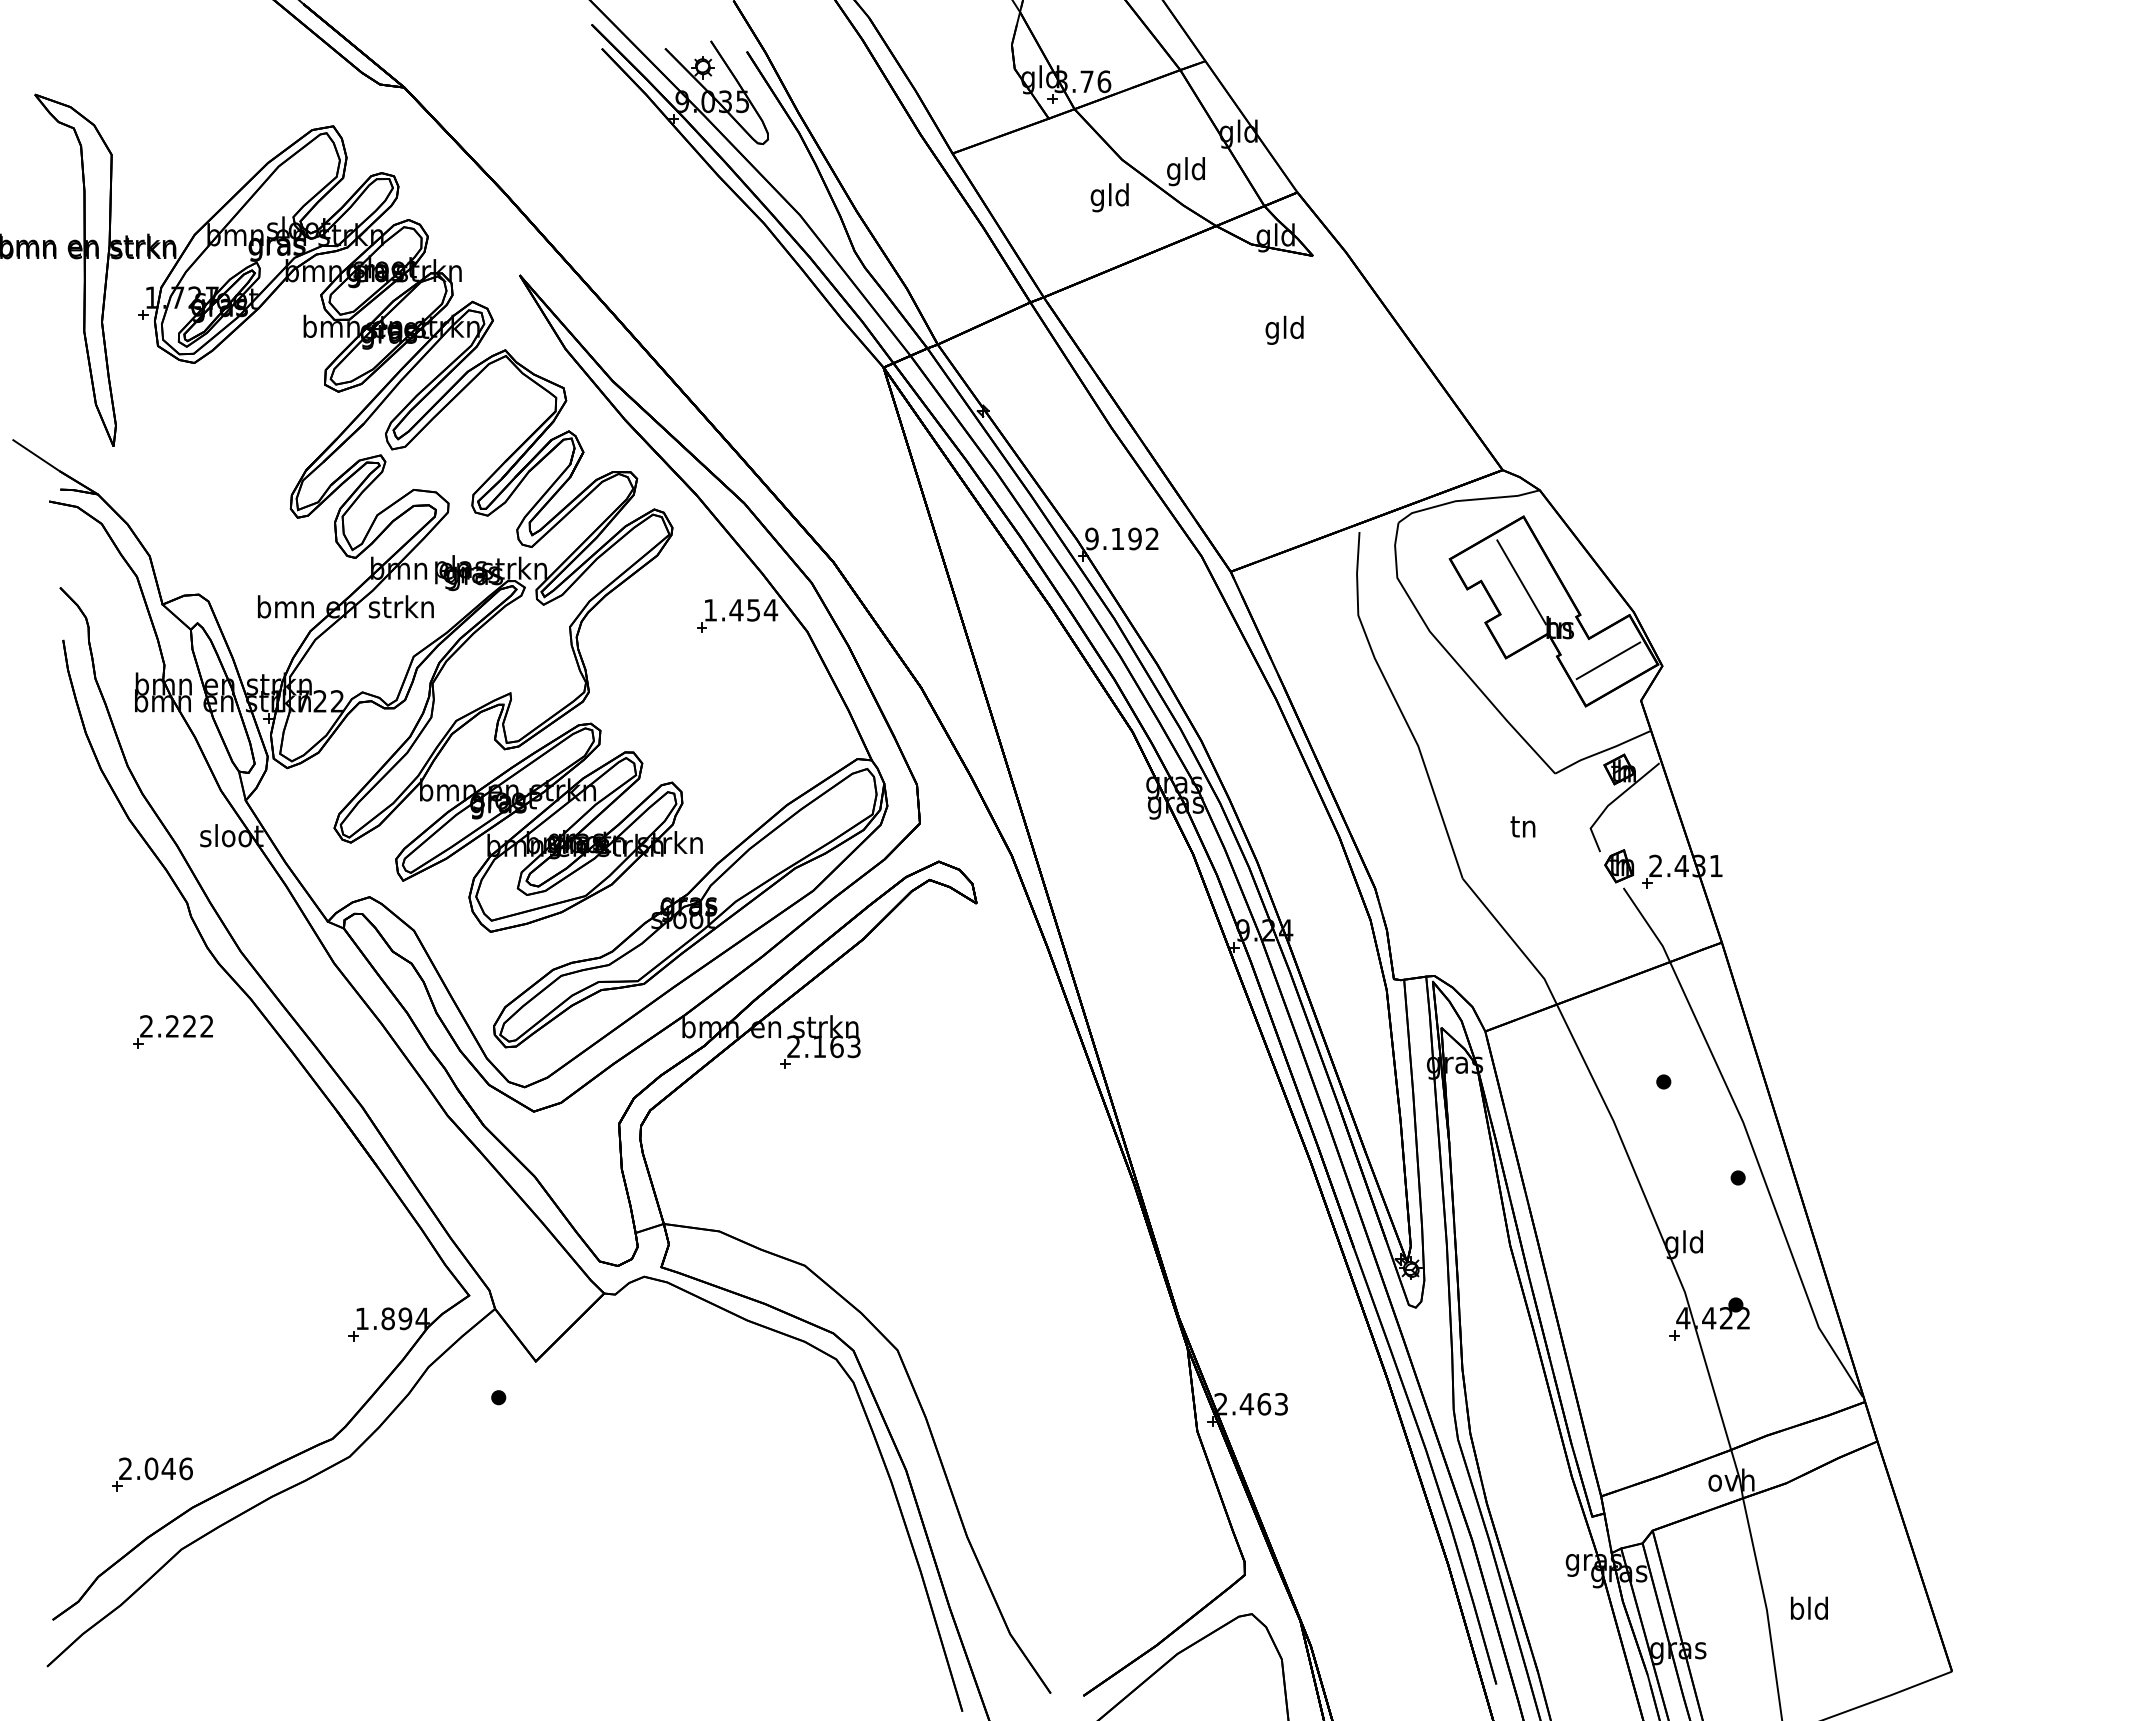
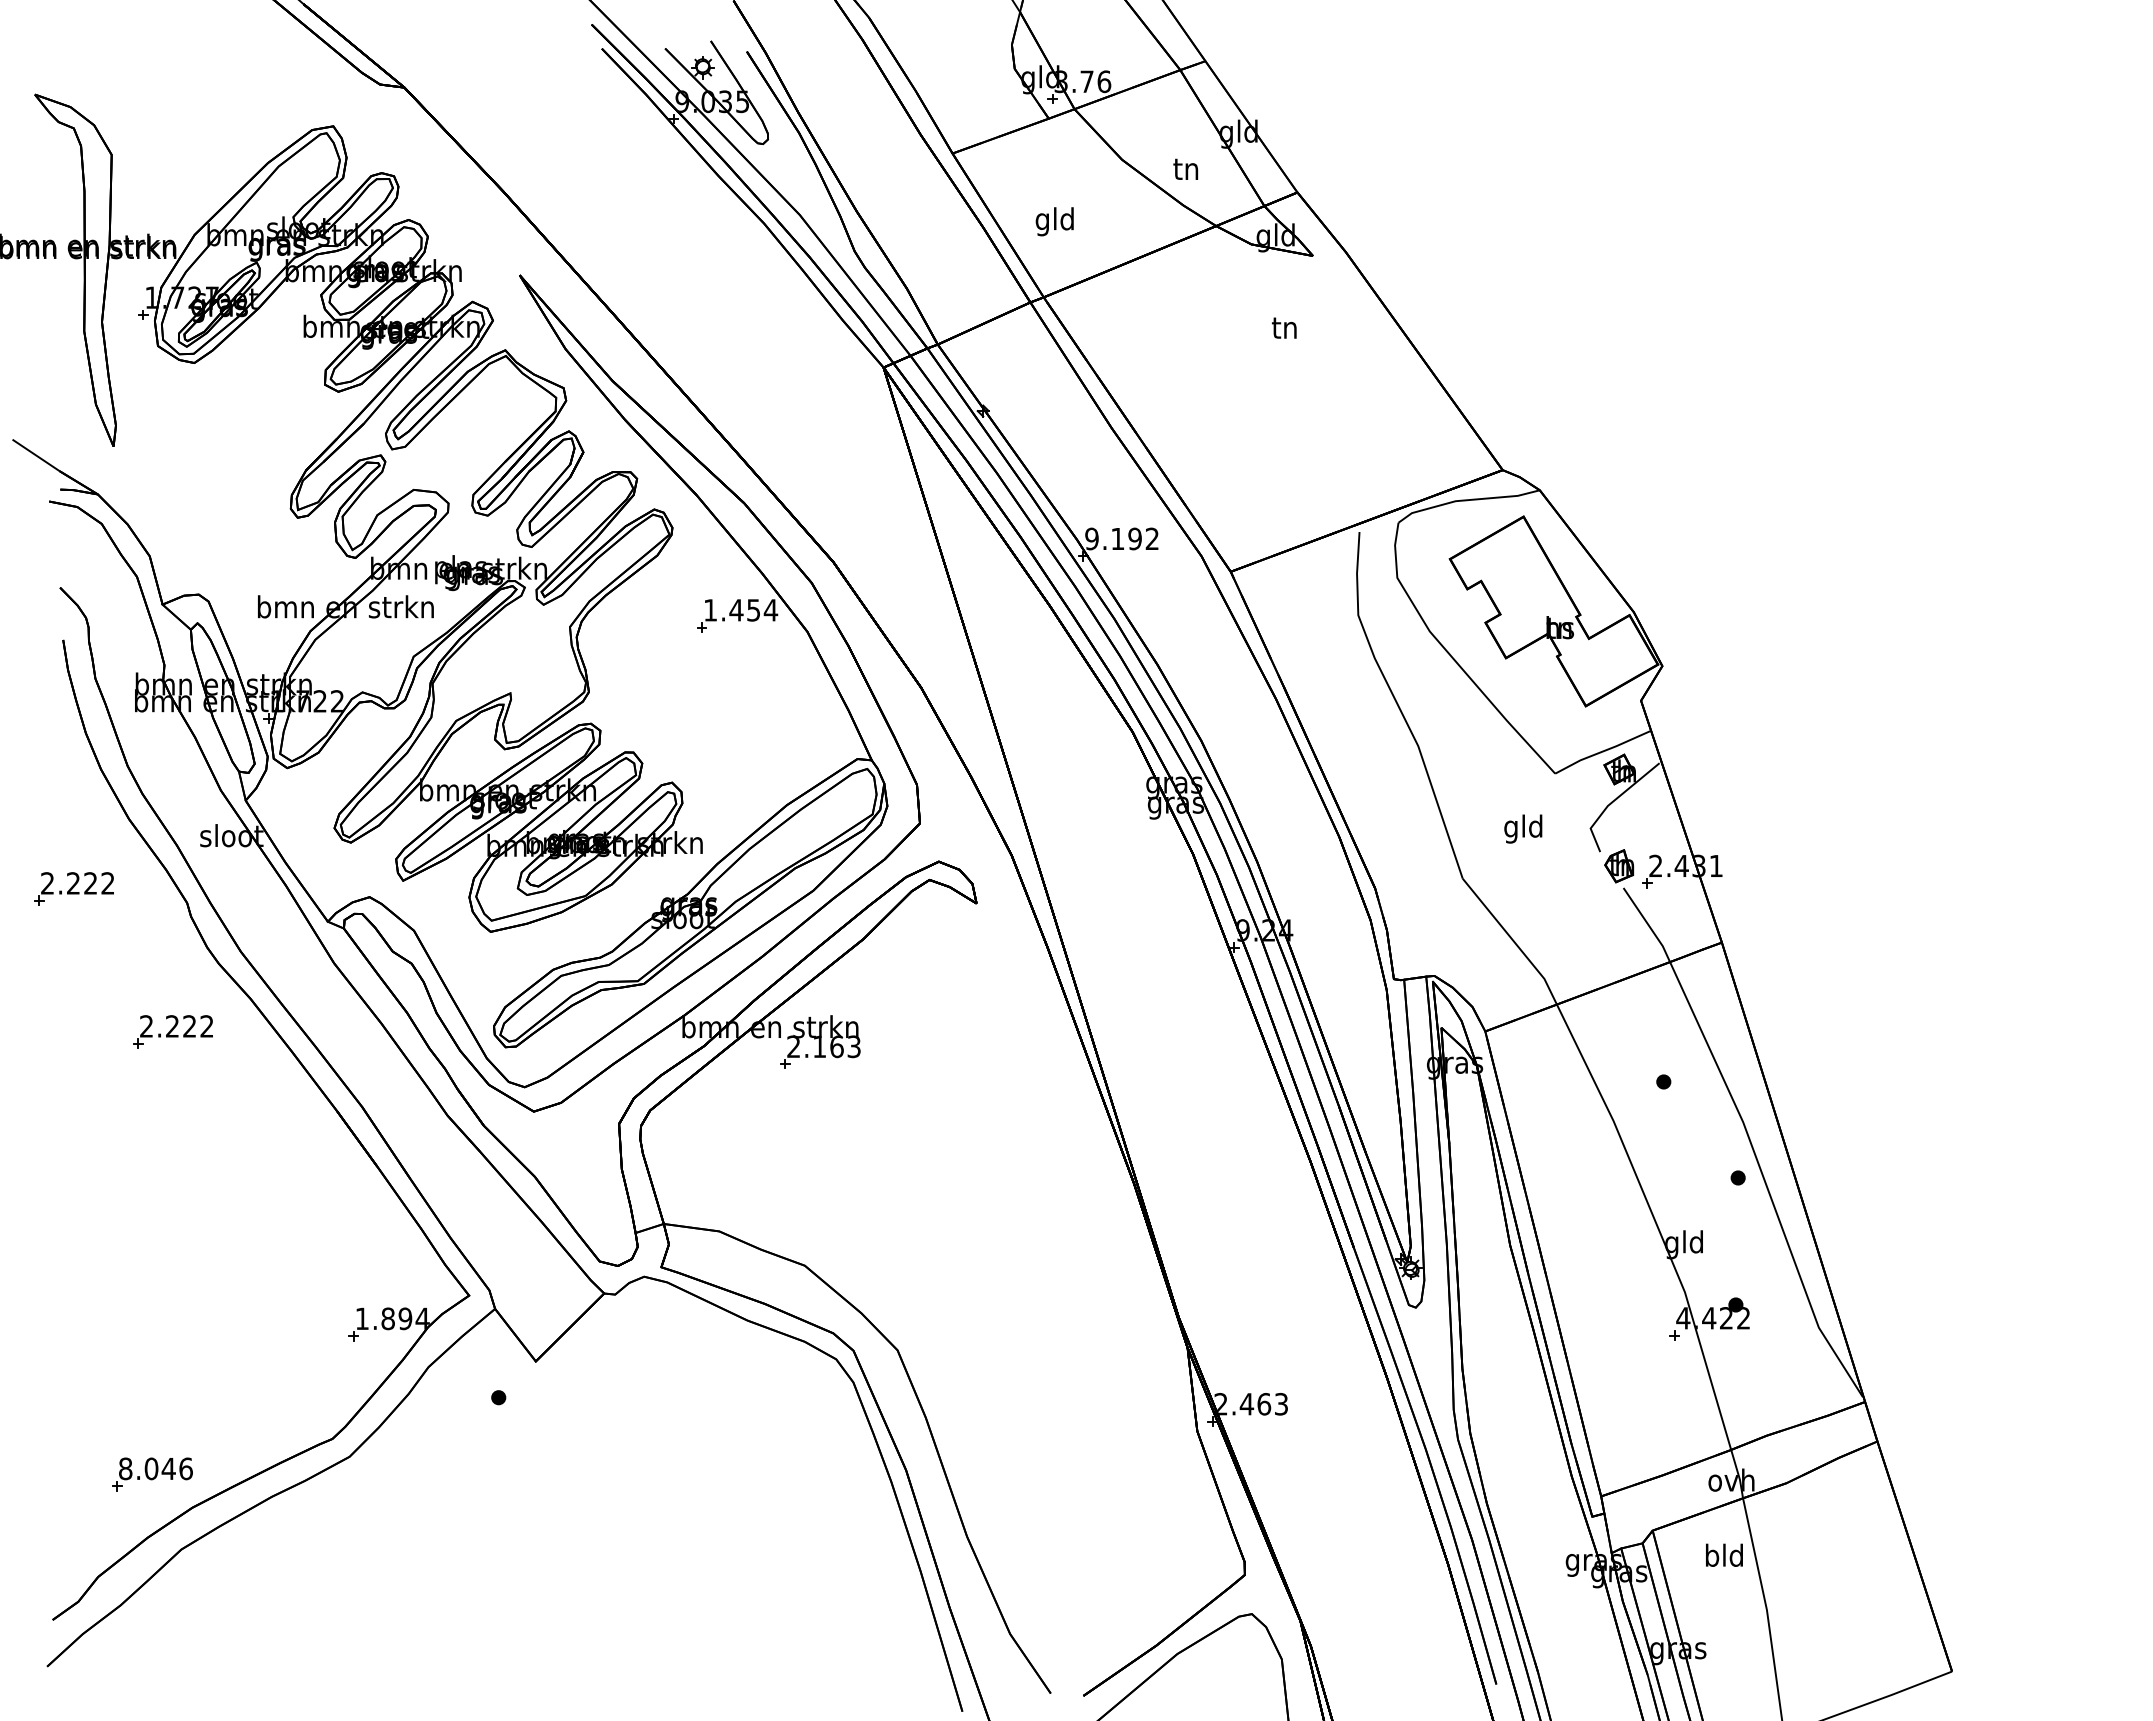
text at (1185, 171): gld -> tn
text at (1109, 197) position: (1109, 197) -> (1054, 221)
text at (1284, 329): gld -> tn
line at (1521, 582): present -> none
line at (1608, 660): present -> none
text at (1523, 828): tn -> gld
part at (73, 888): none -> present
text at (125, 1468): 2.046 -> 8.046
text at (1809, 1607) position: (1809, 1607) -> (1724, 1554)
